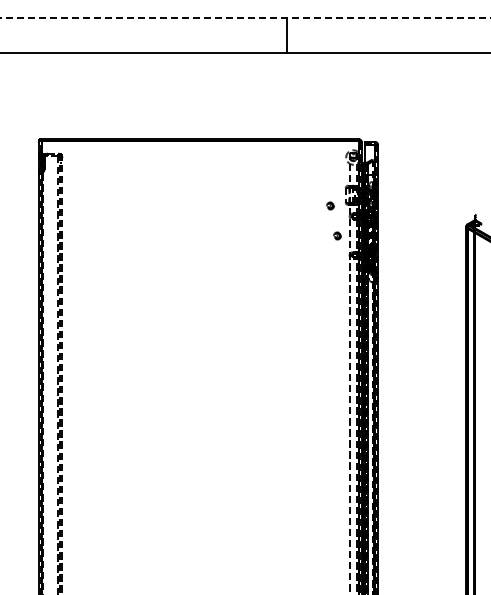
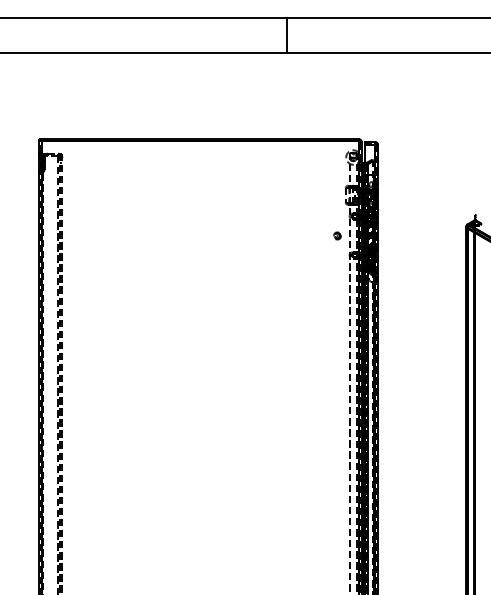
line at (245, 17): dashed -> solid
part at (330, 205): present -> none
